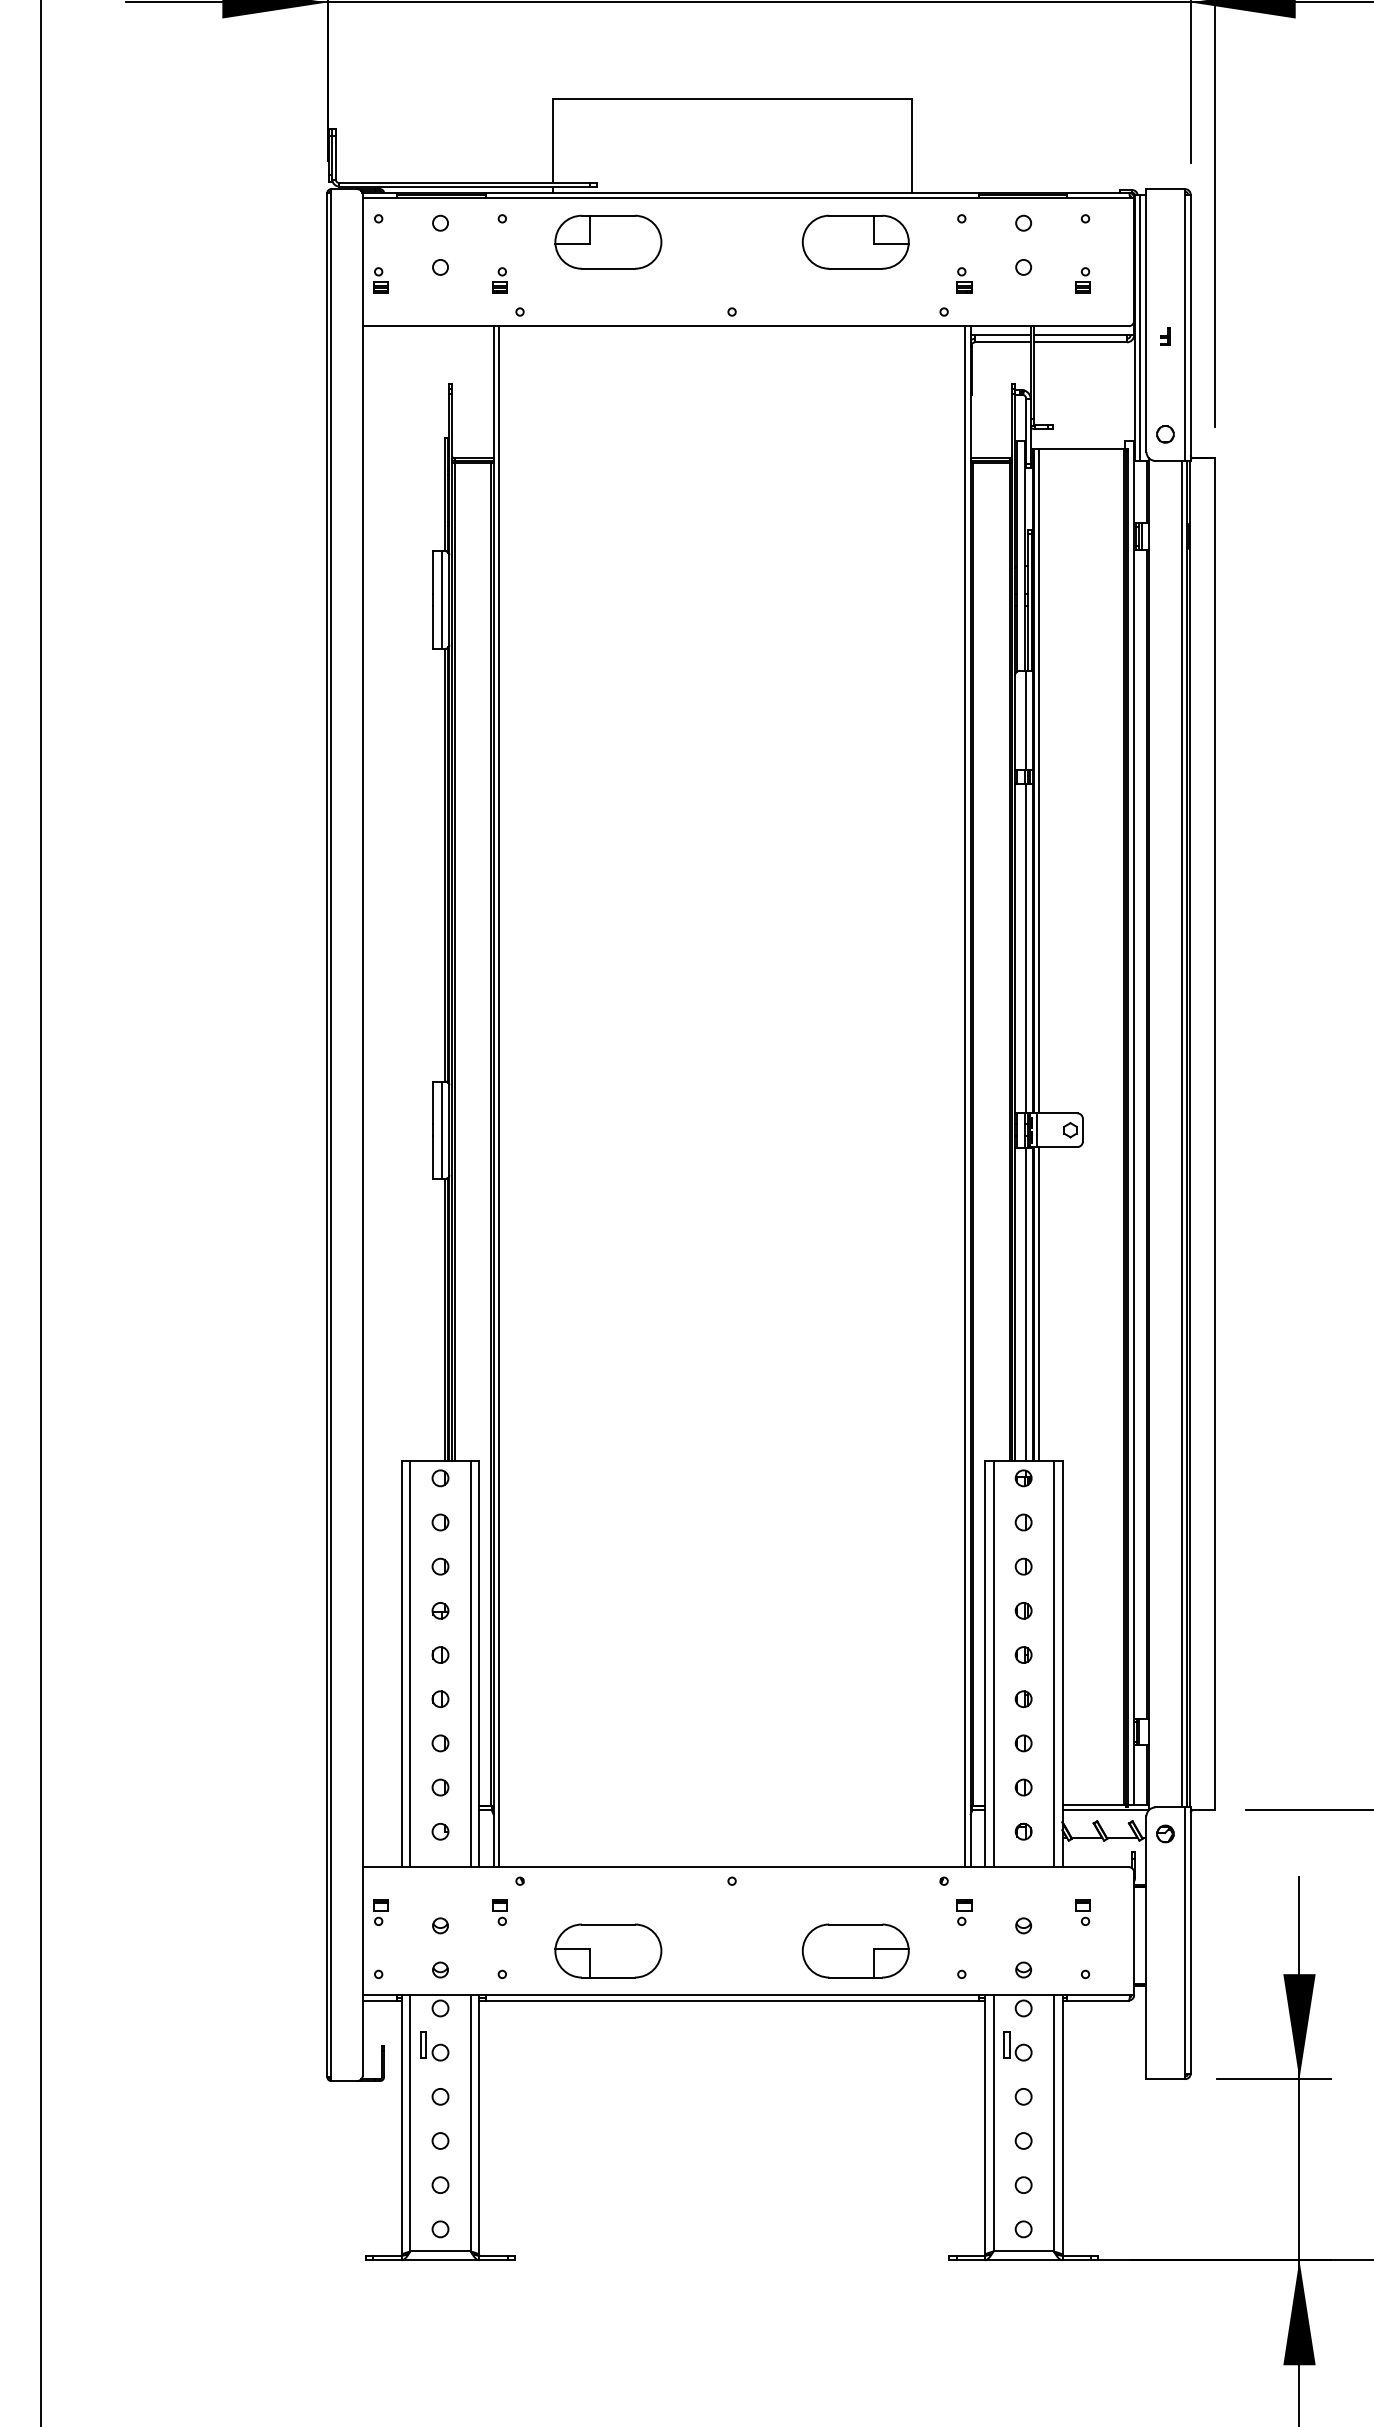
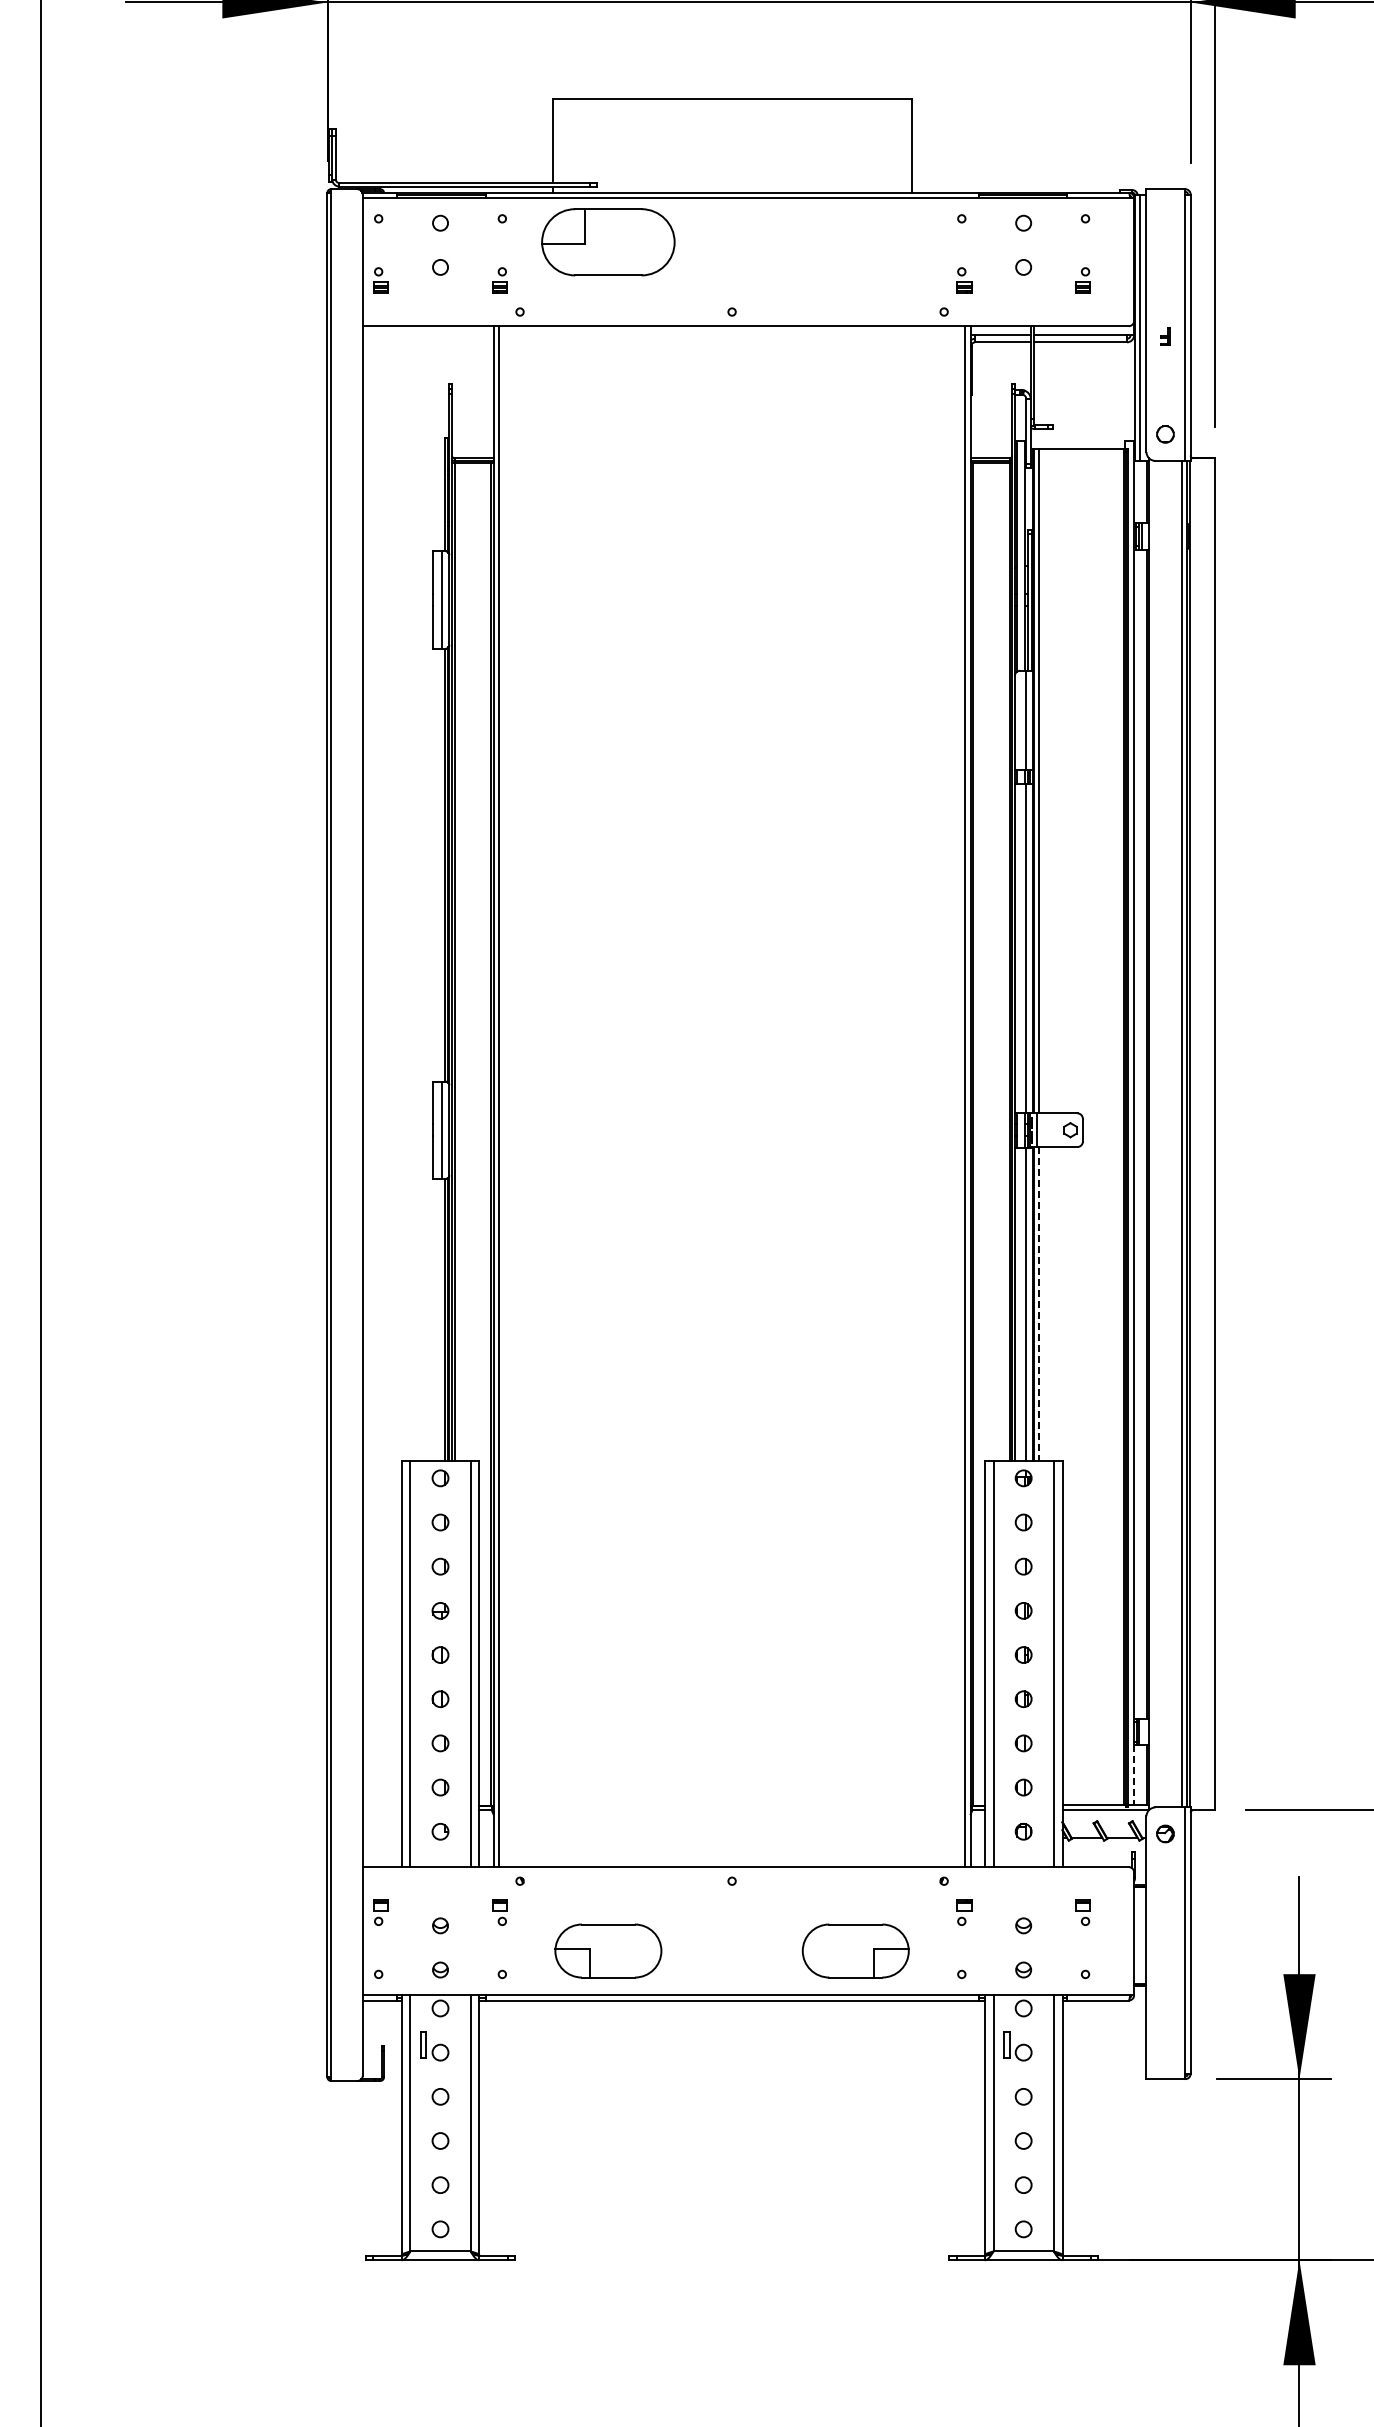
part at (608, 241) size: 109x56 px -> 135x69 px
part at (855, 241): present -> none
line at (1038, 1303): solid -> dashed
line at (1134, 1775): solid -> dashed
